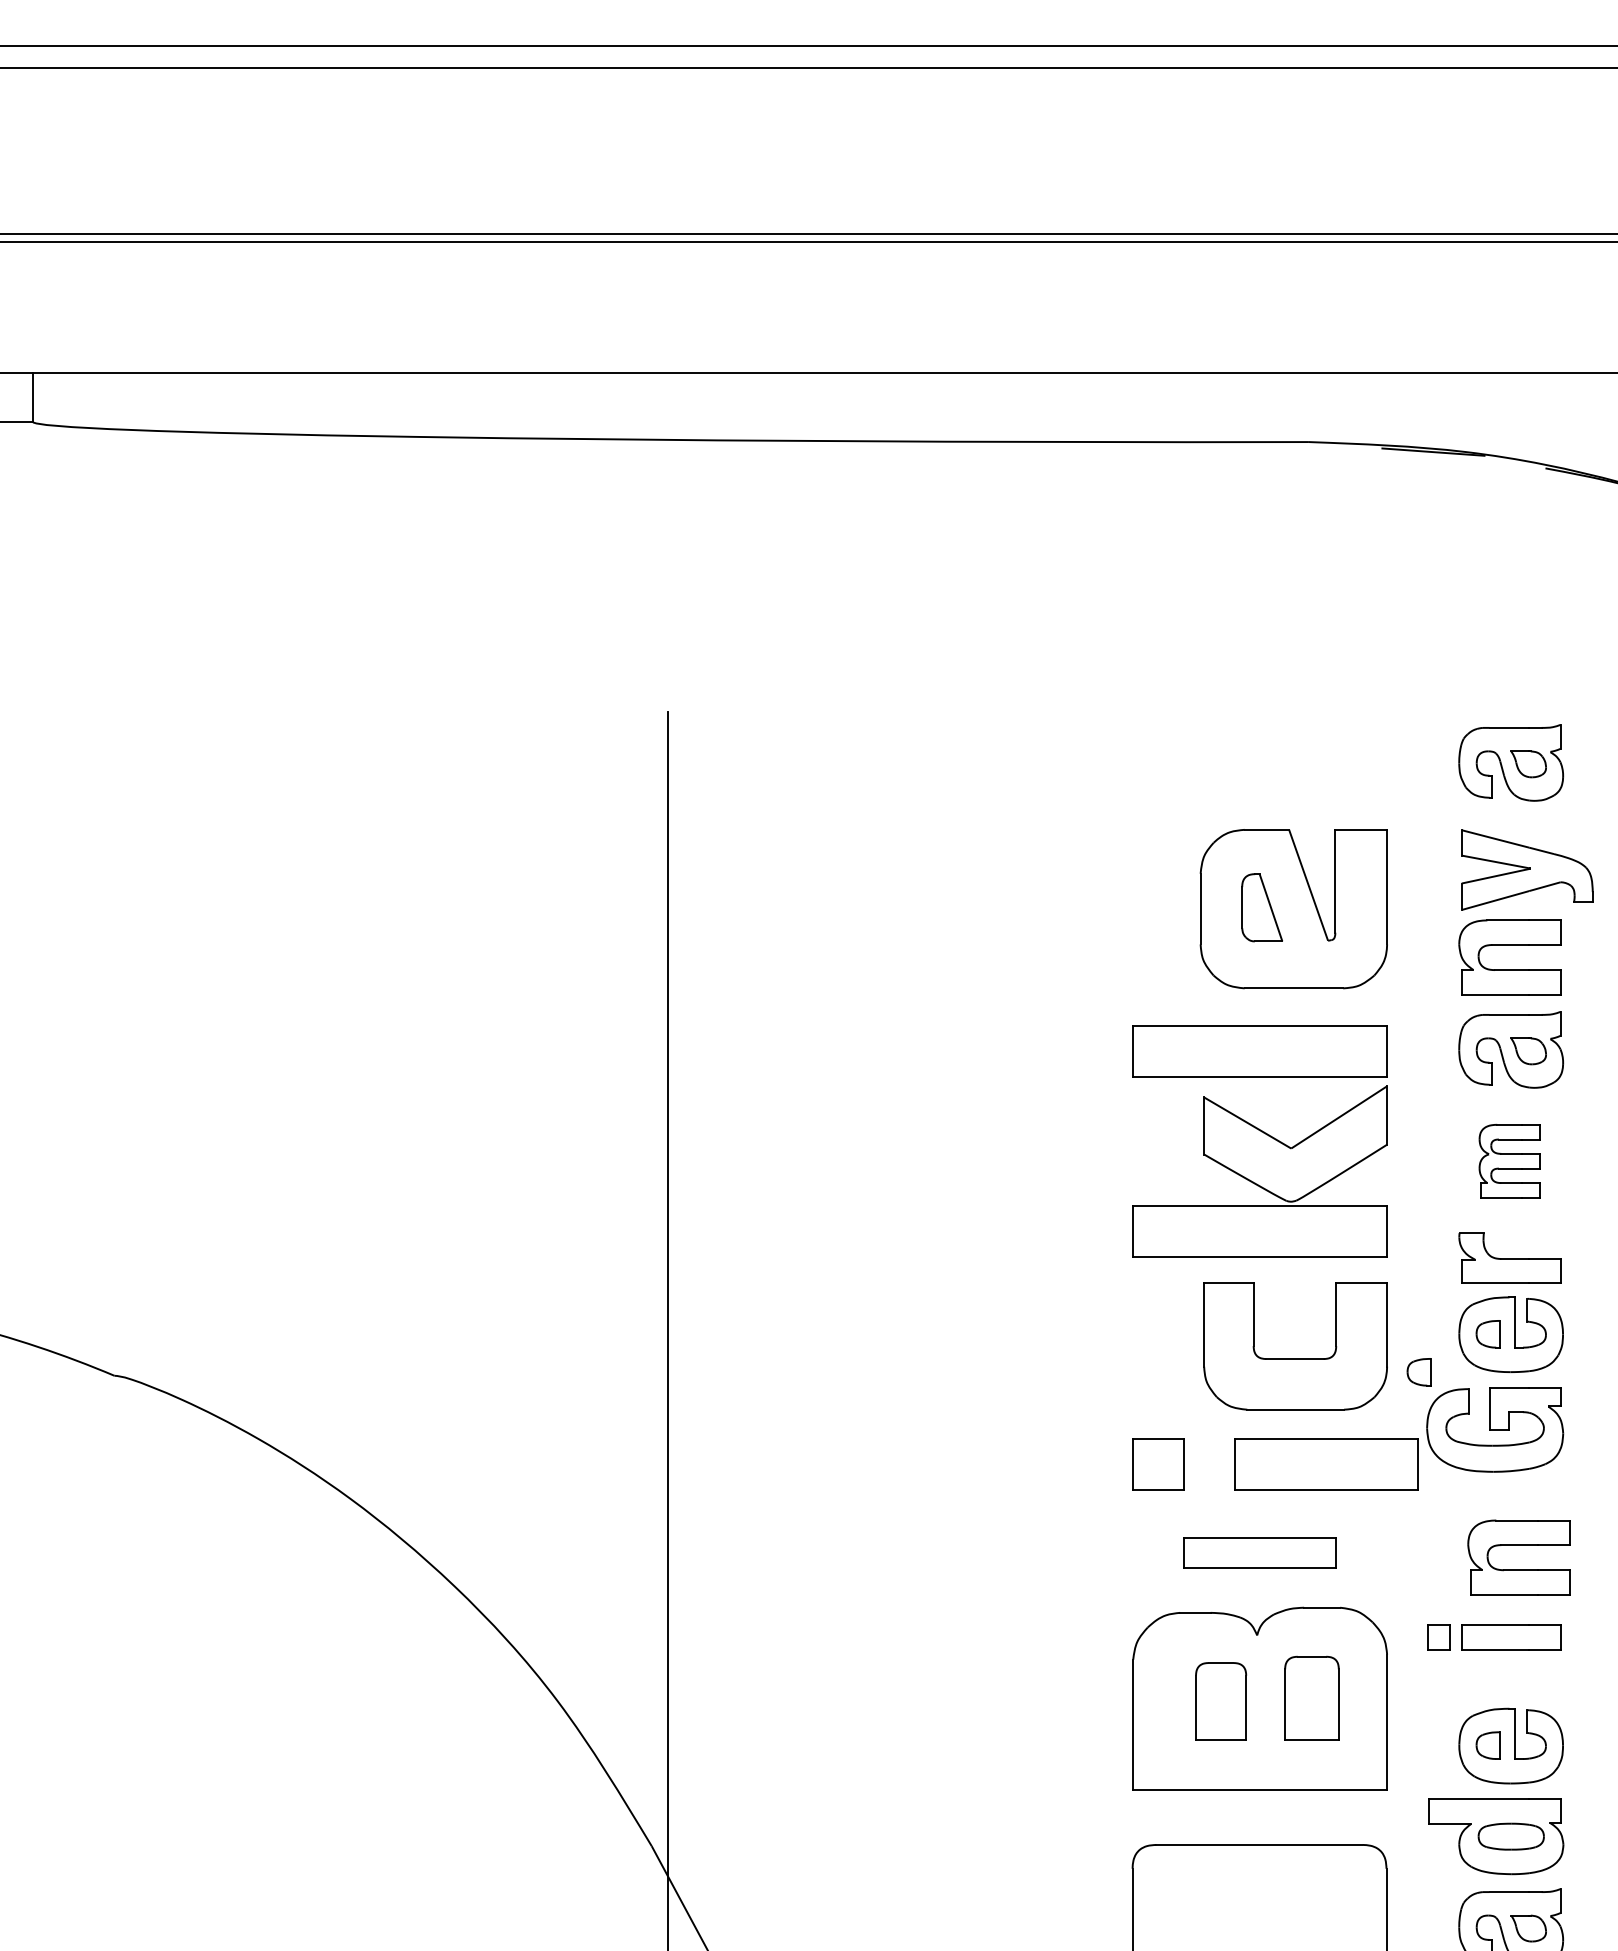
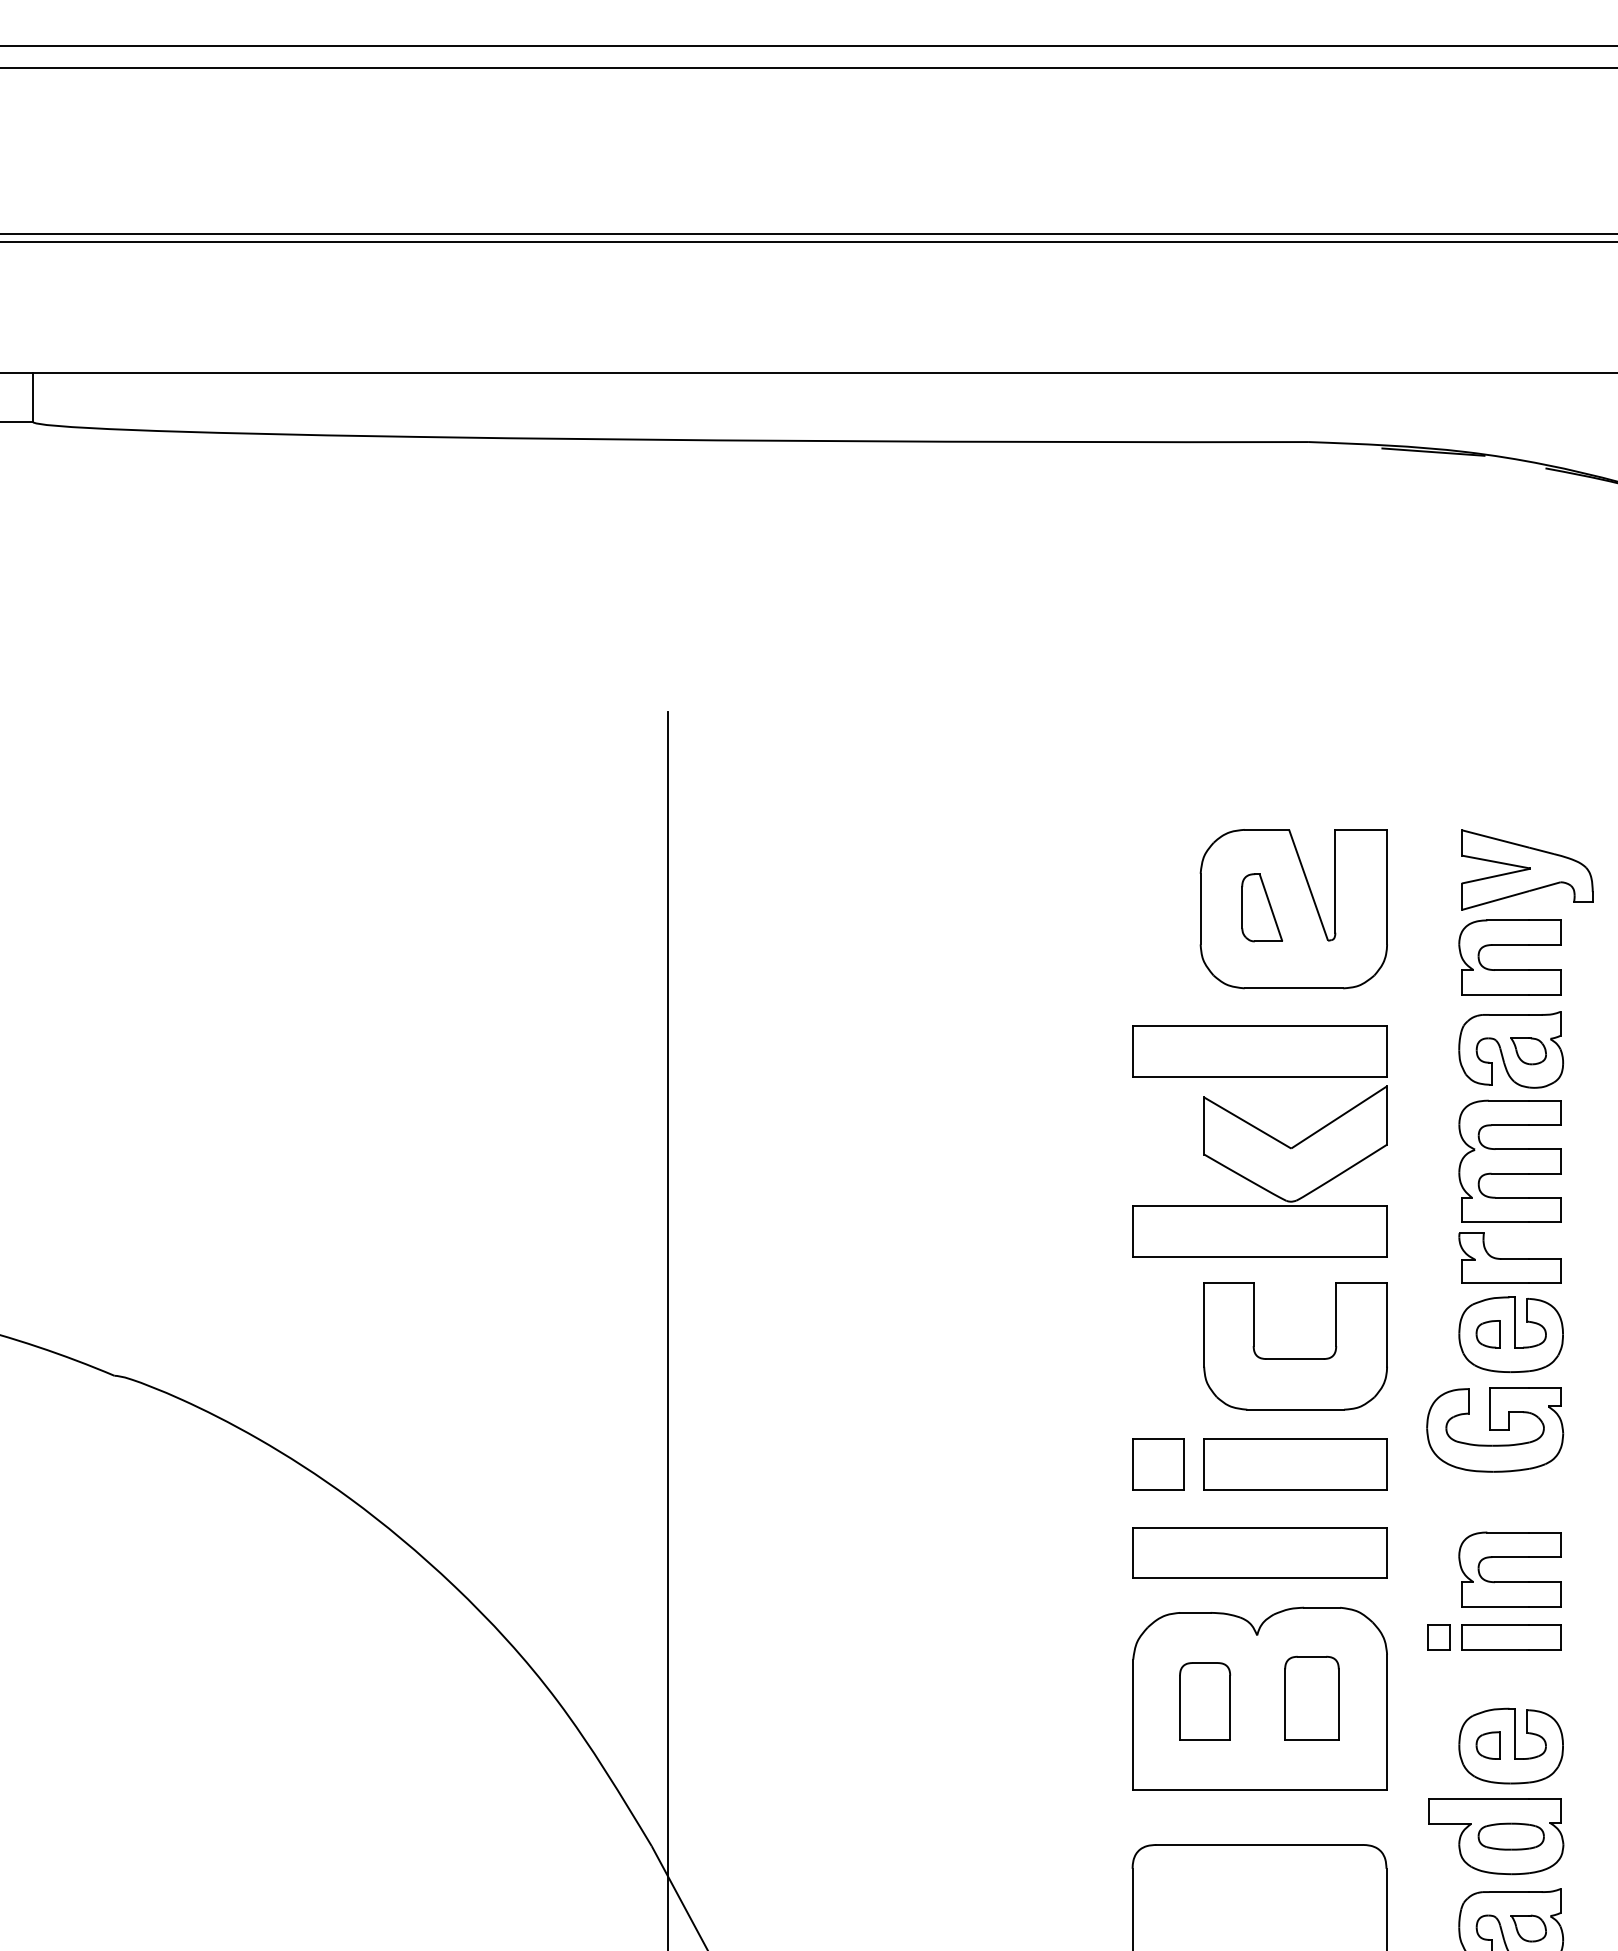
part at (1511, 762): present -> none
part at (1509, 1160) size: 63x76 px -> 104x124 px
part at (1418, 1372): present -> none
part at (1326, 1464) position: (1326, 1464) -> (1295, 1464)
part at (1518, 1545) position: (1518, 1545) -> (1509, 1557)
part at (1259, 1552) size: 154x32 px -> 256x52 px
part at (1221, 1701) position: (1221, 1701) -> (1205, 1701)
